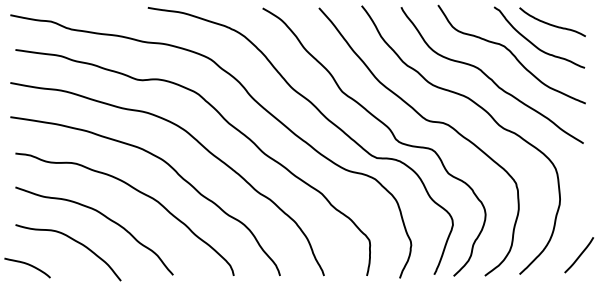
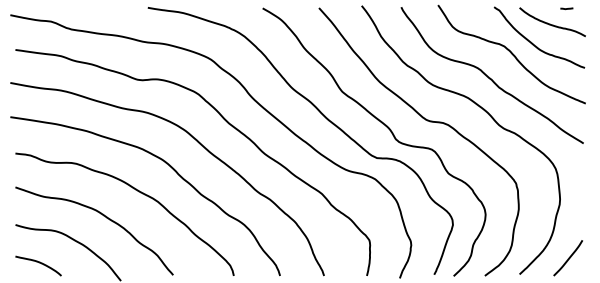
curve at (566, 8): none -> present
line at (578, 255) position: (578, 255) -> (567, 258)
curve at (28, 265) position: (28, 265) -> (39, 263)
